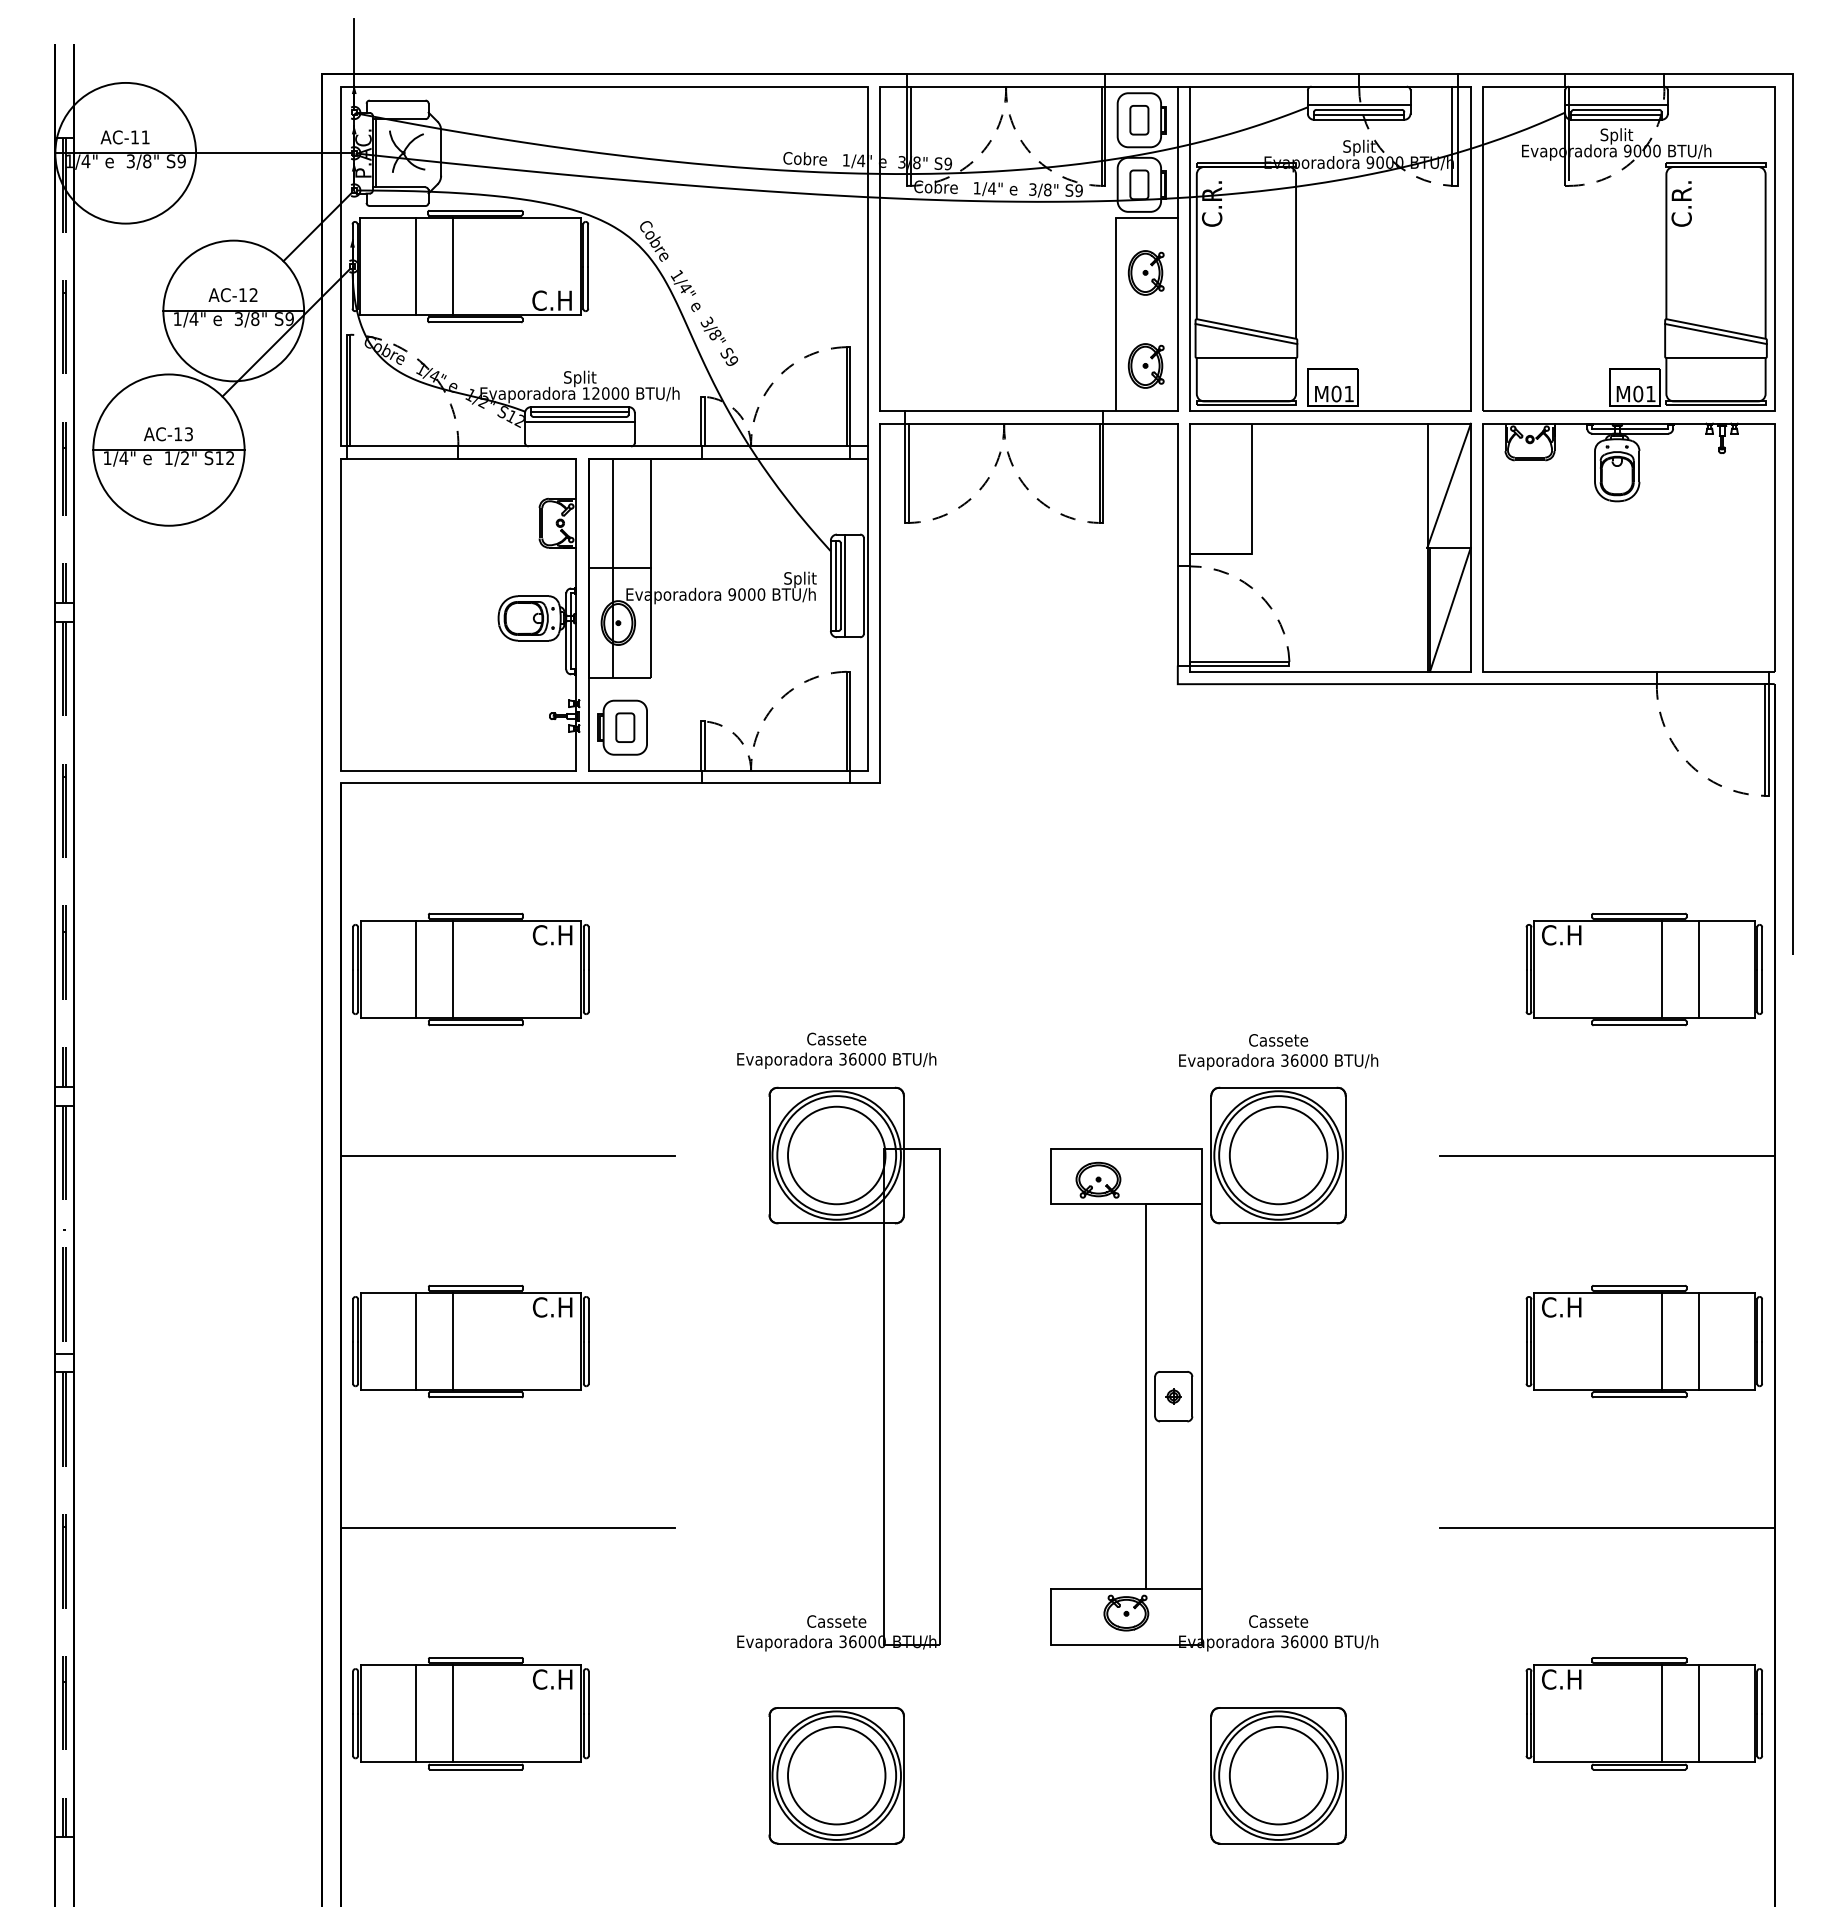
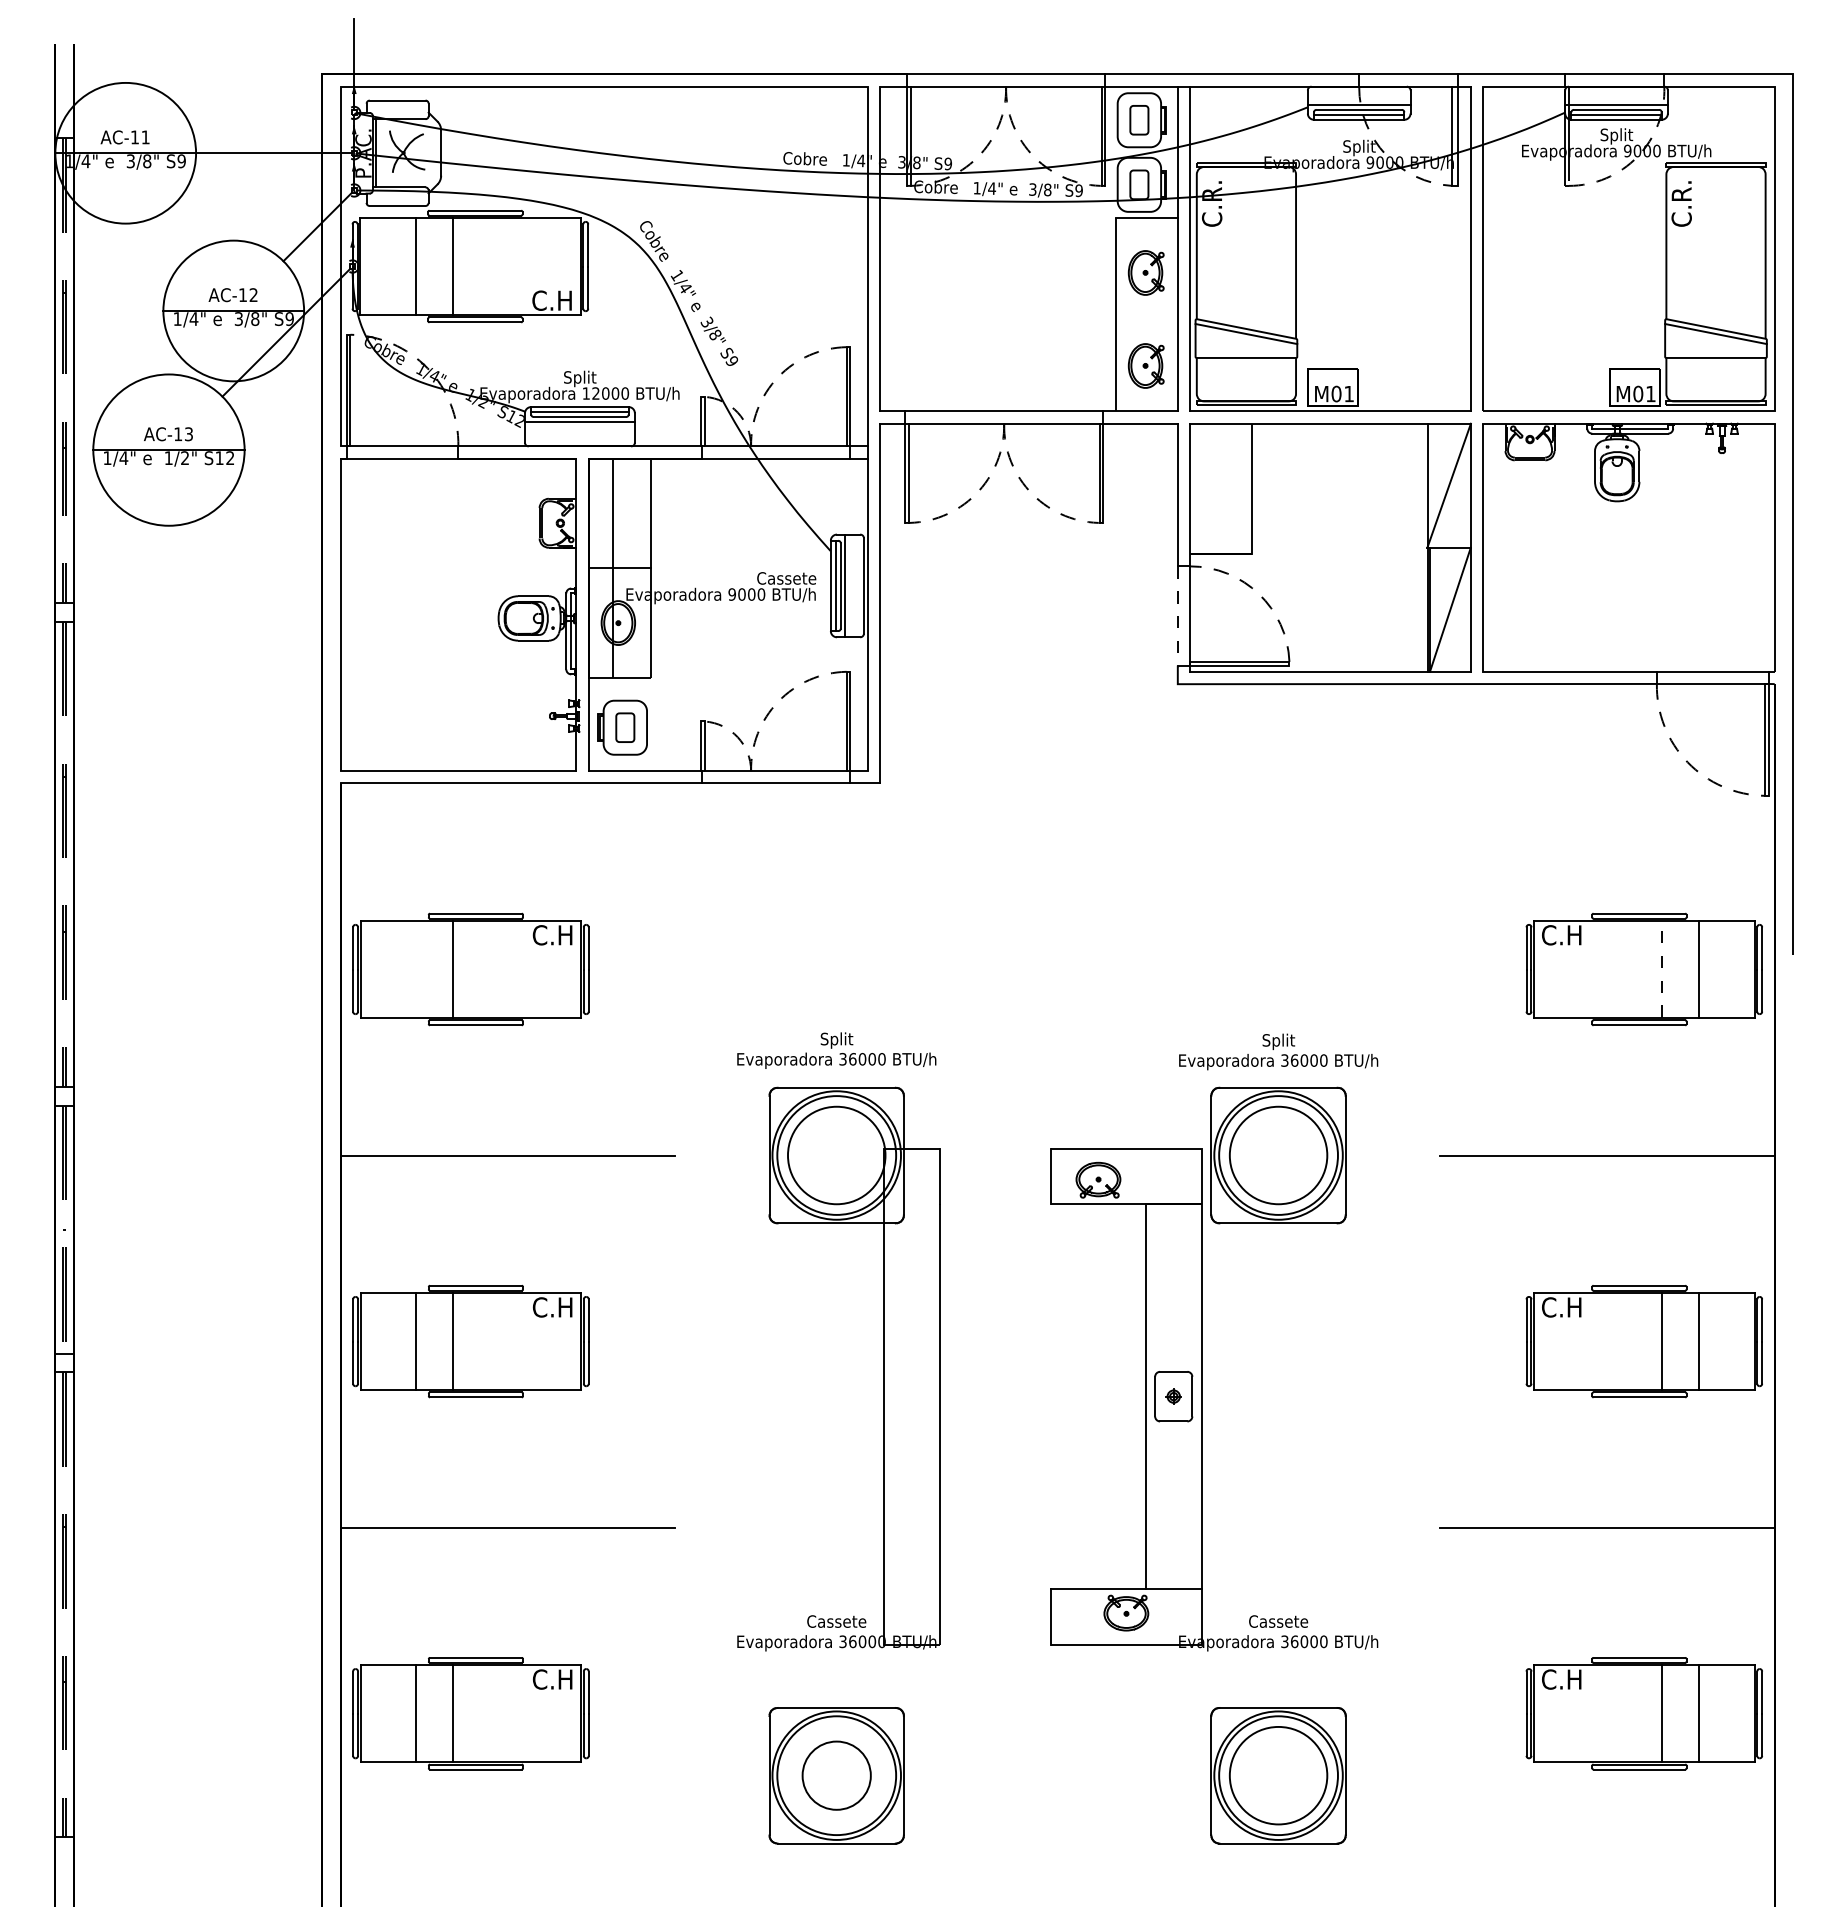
text at (786, 579): Split -> Cassete
line at (1177, 615): solid -> dashed
line at (416, 969): present -> none
line at (1661, 969): solid -> dashed
text at (836, 1040): Cassete -> Split
text at (1278, 1041): Cassete -> Split
circle at (836, 1775) diameter: 97 px -> 68 px
